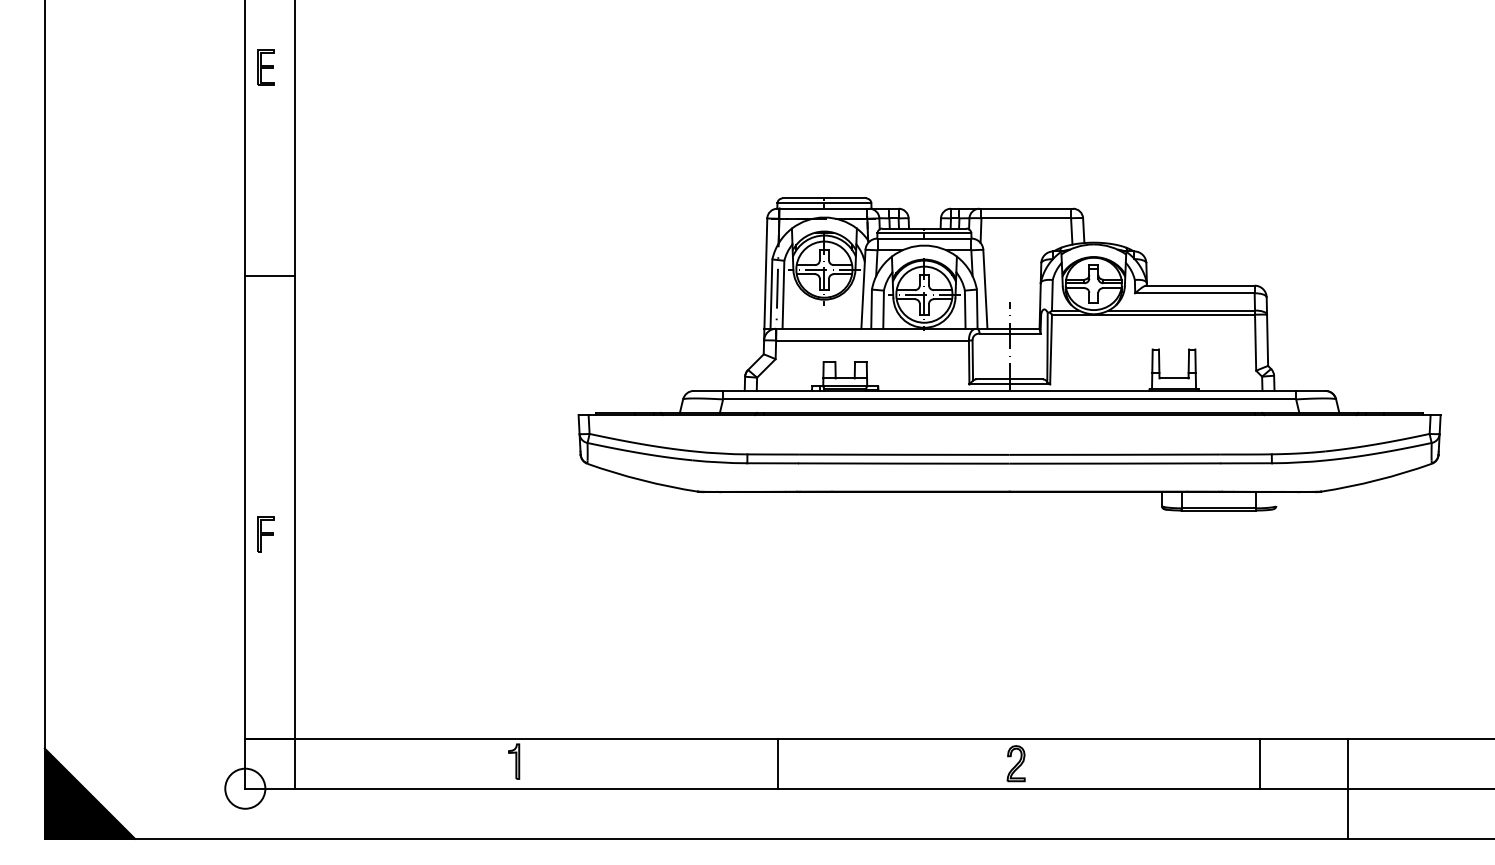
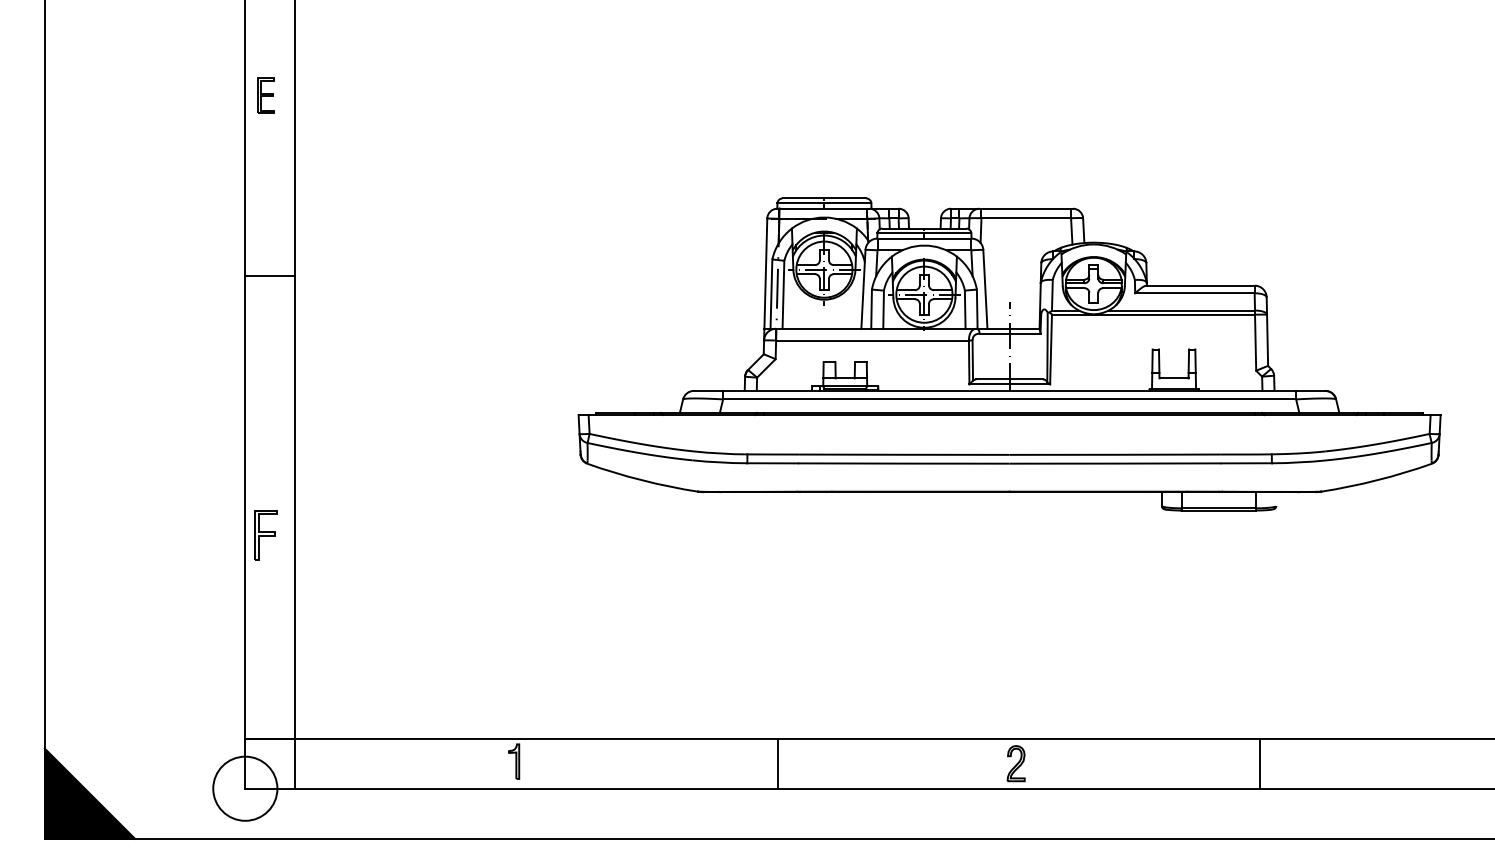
part at (265, 67) position: (265, 67) -> (265, 95)
part at (265, 534) size: 18x37 px -> 24x51 px
circle at (245, 788) diameter: 40 px -> 64 px
line at (1348, 788): present -> none
